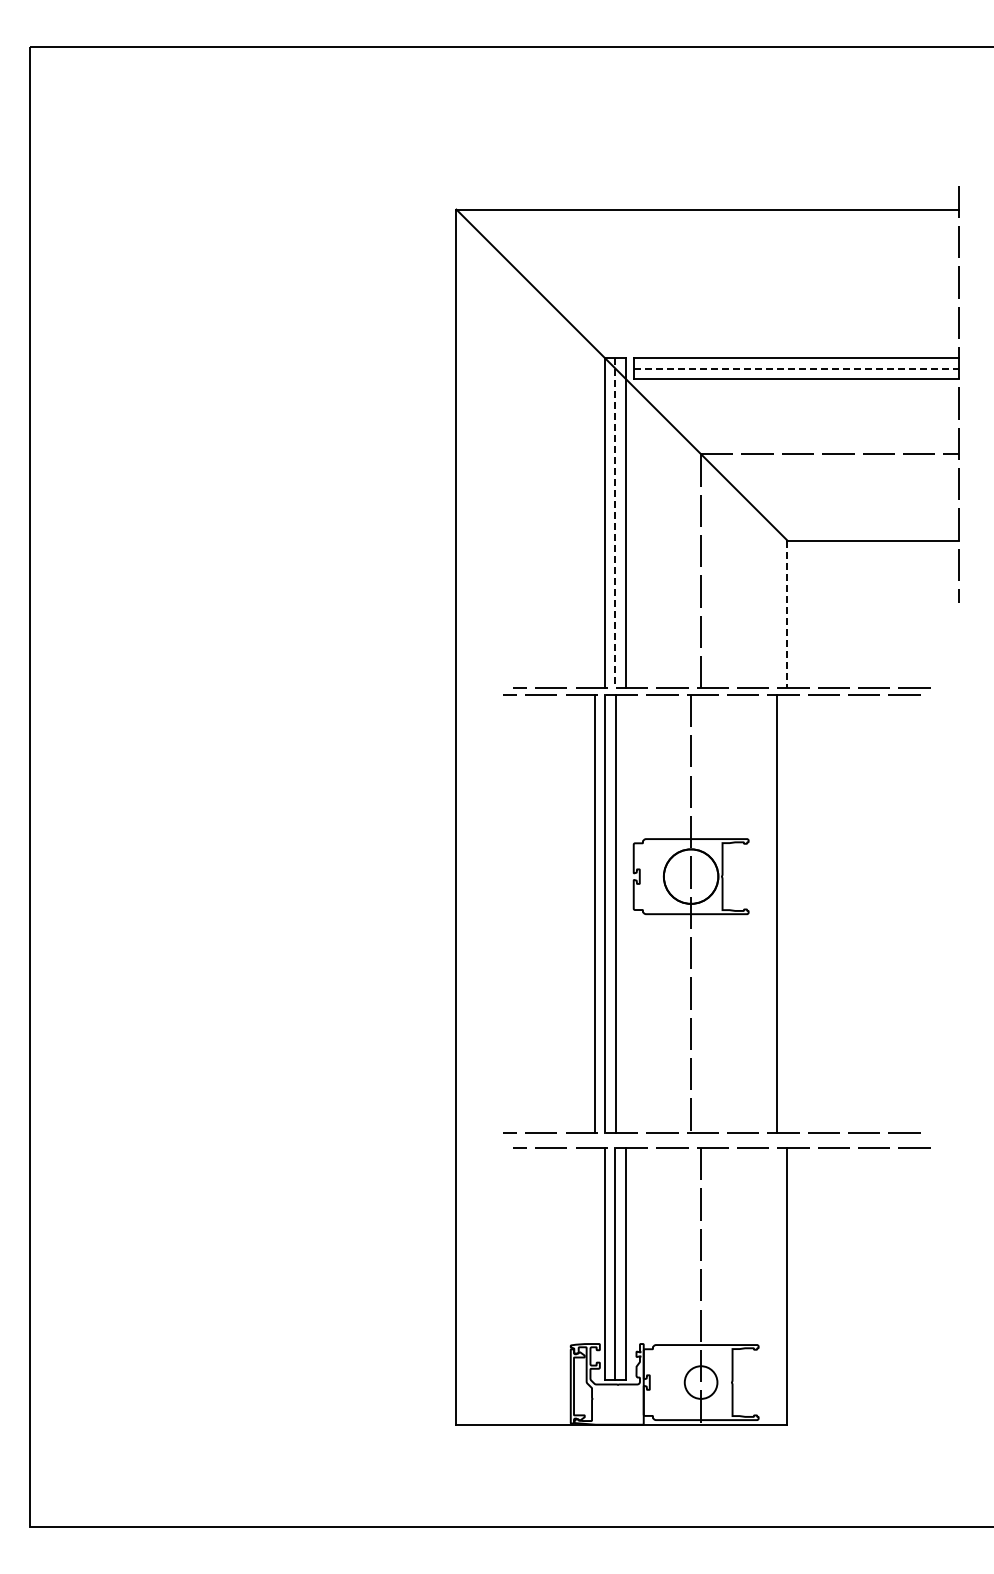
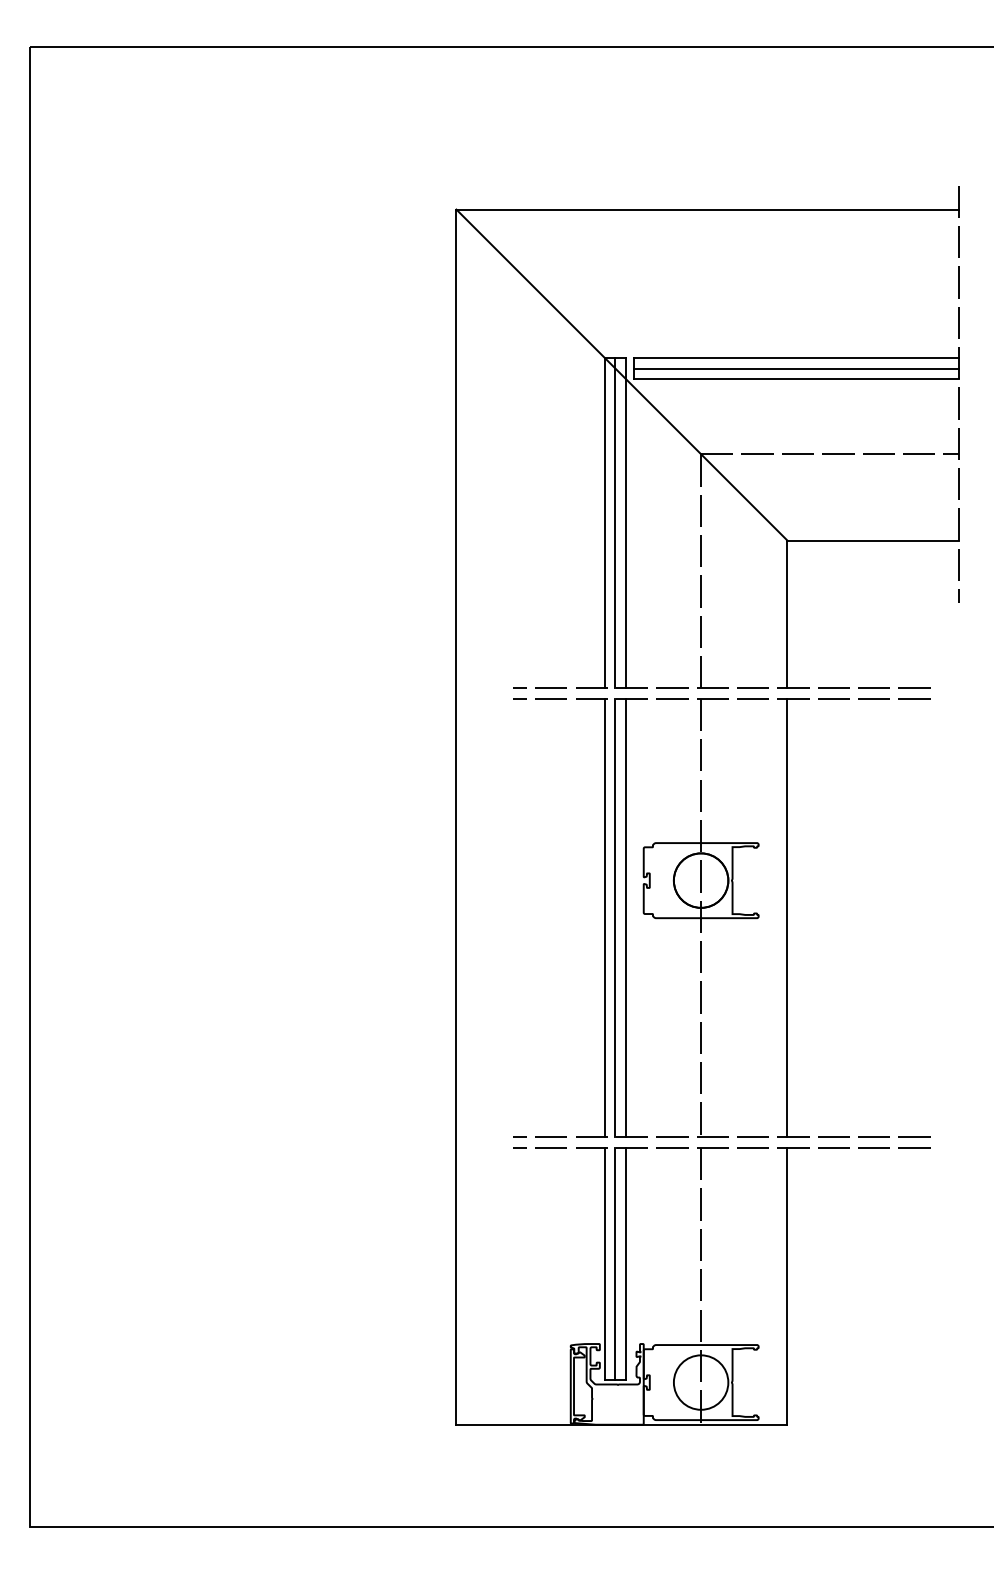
line at (797, 368): dashed -> solid
line at (615, 523): dashed -> solid
line at (787, 614): dashed -> solid
part at (711, 913) position: (711, 913) -> (721, 917)
circle at (700, 1382) diameter: 33 px -> 54 px
